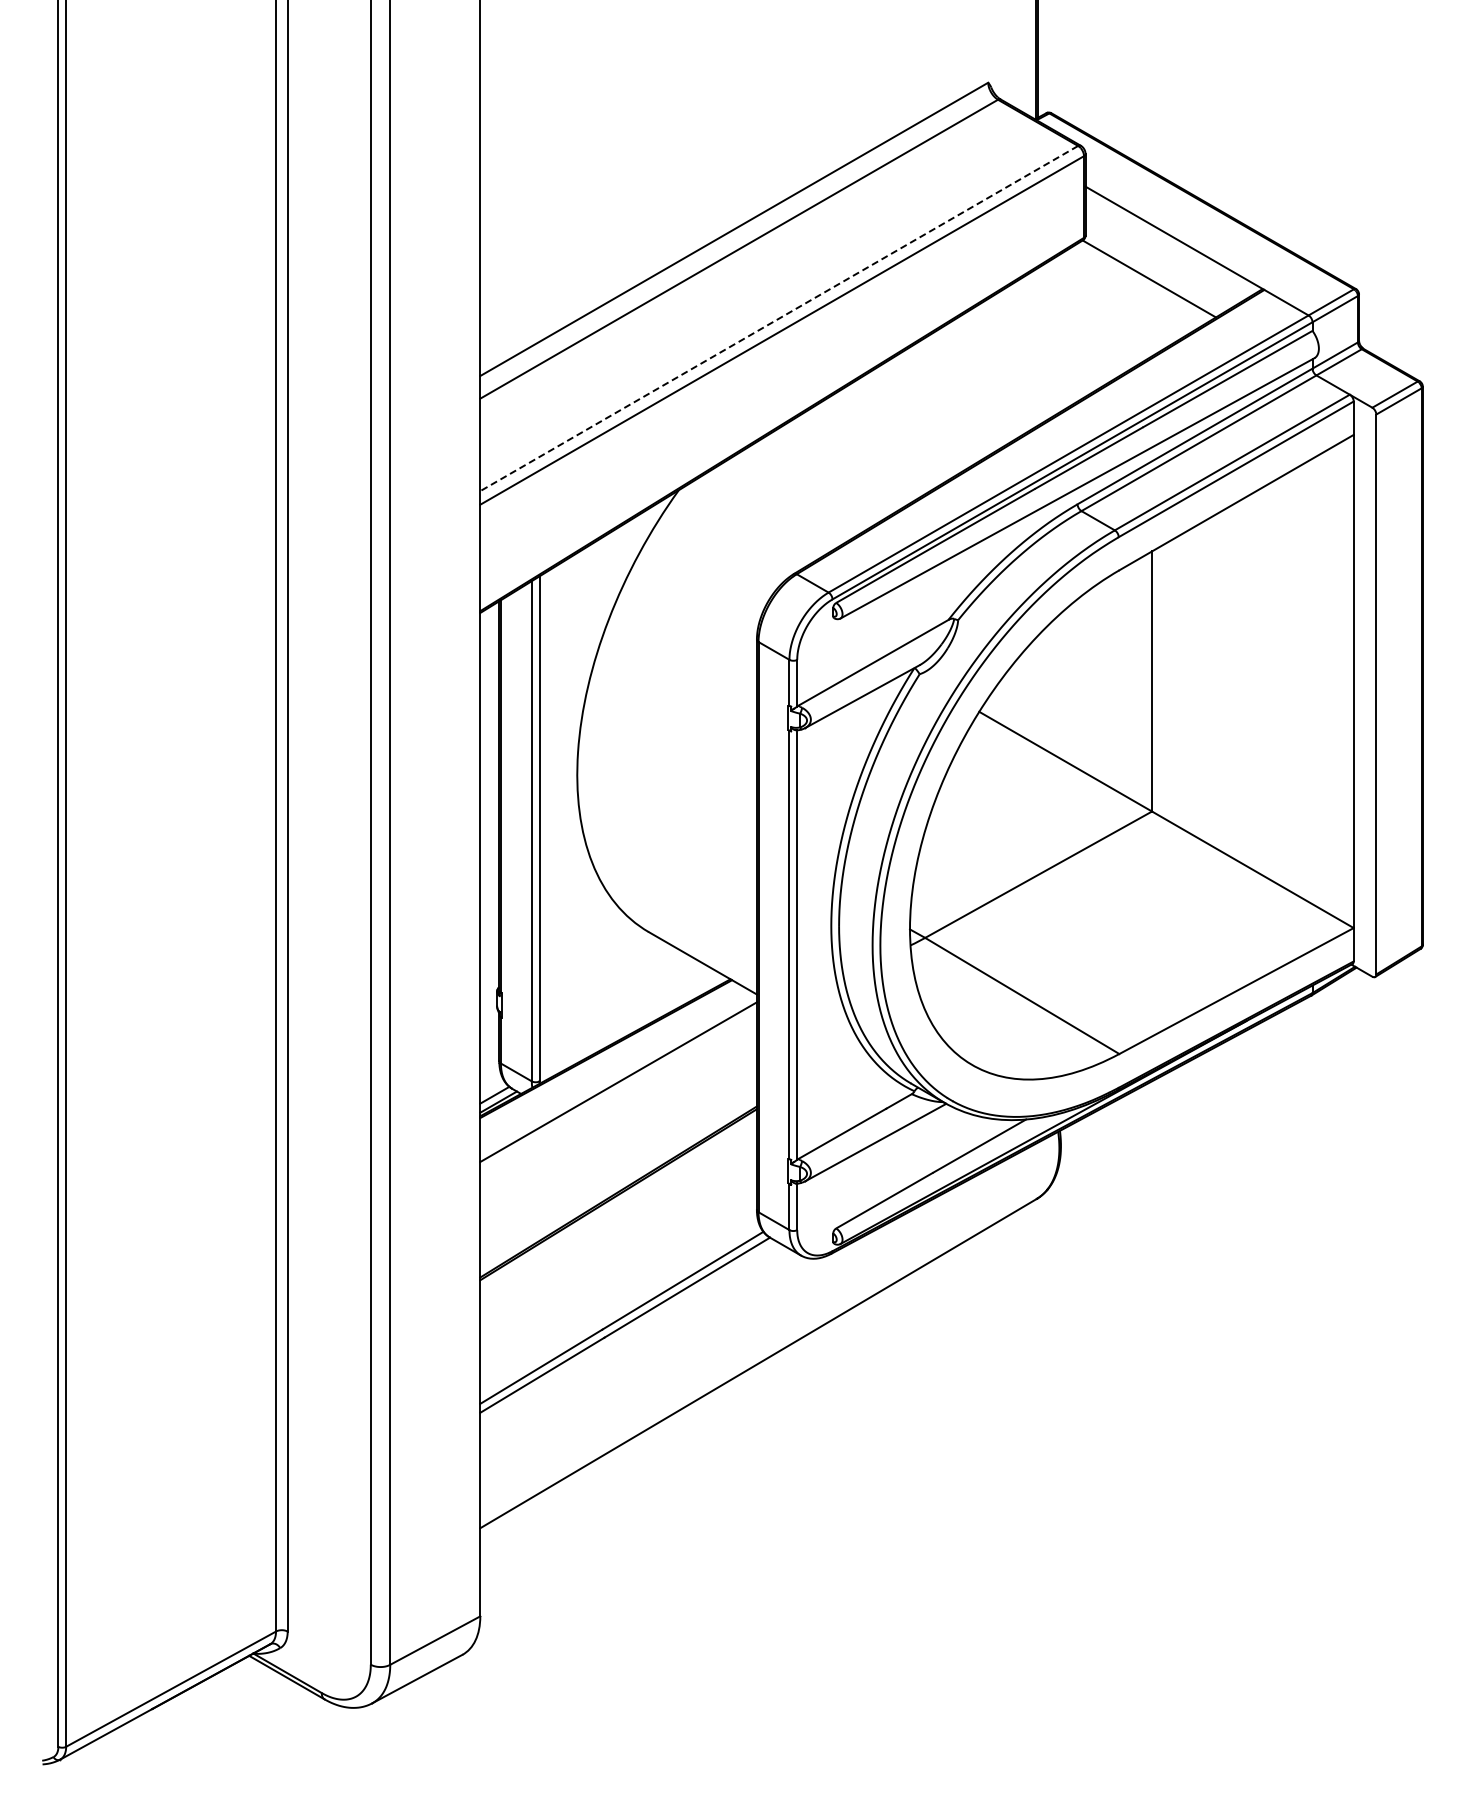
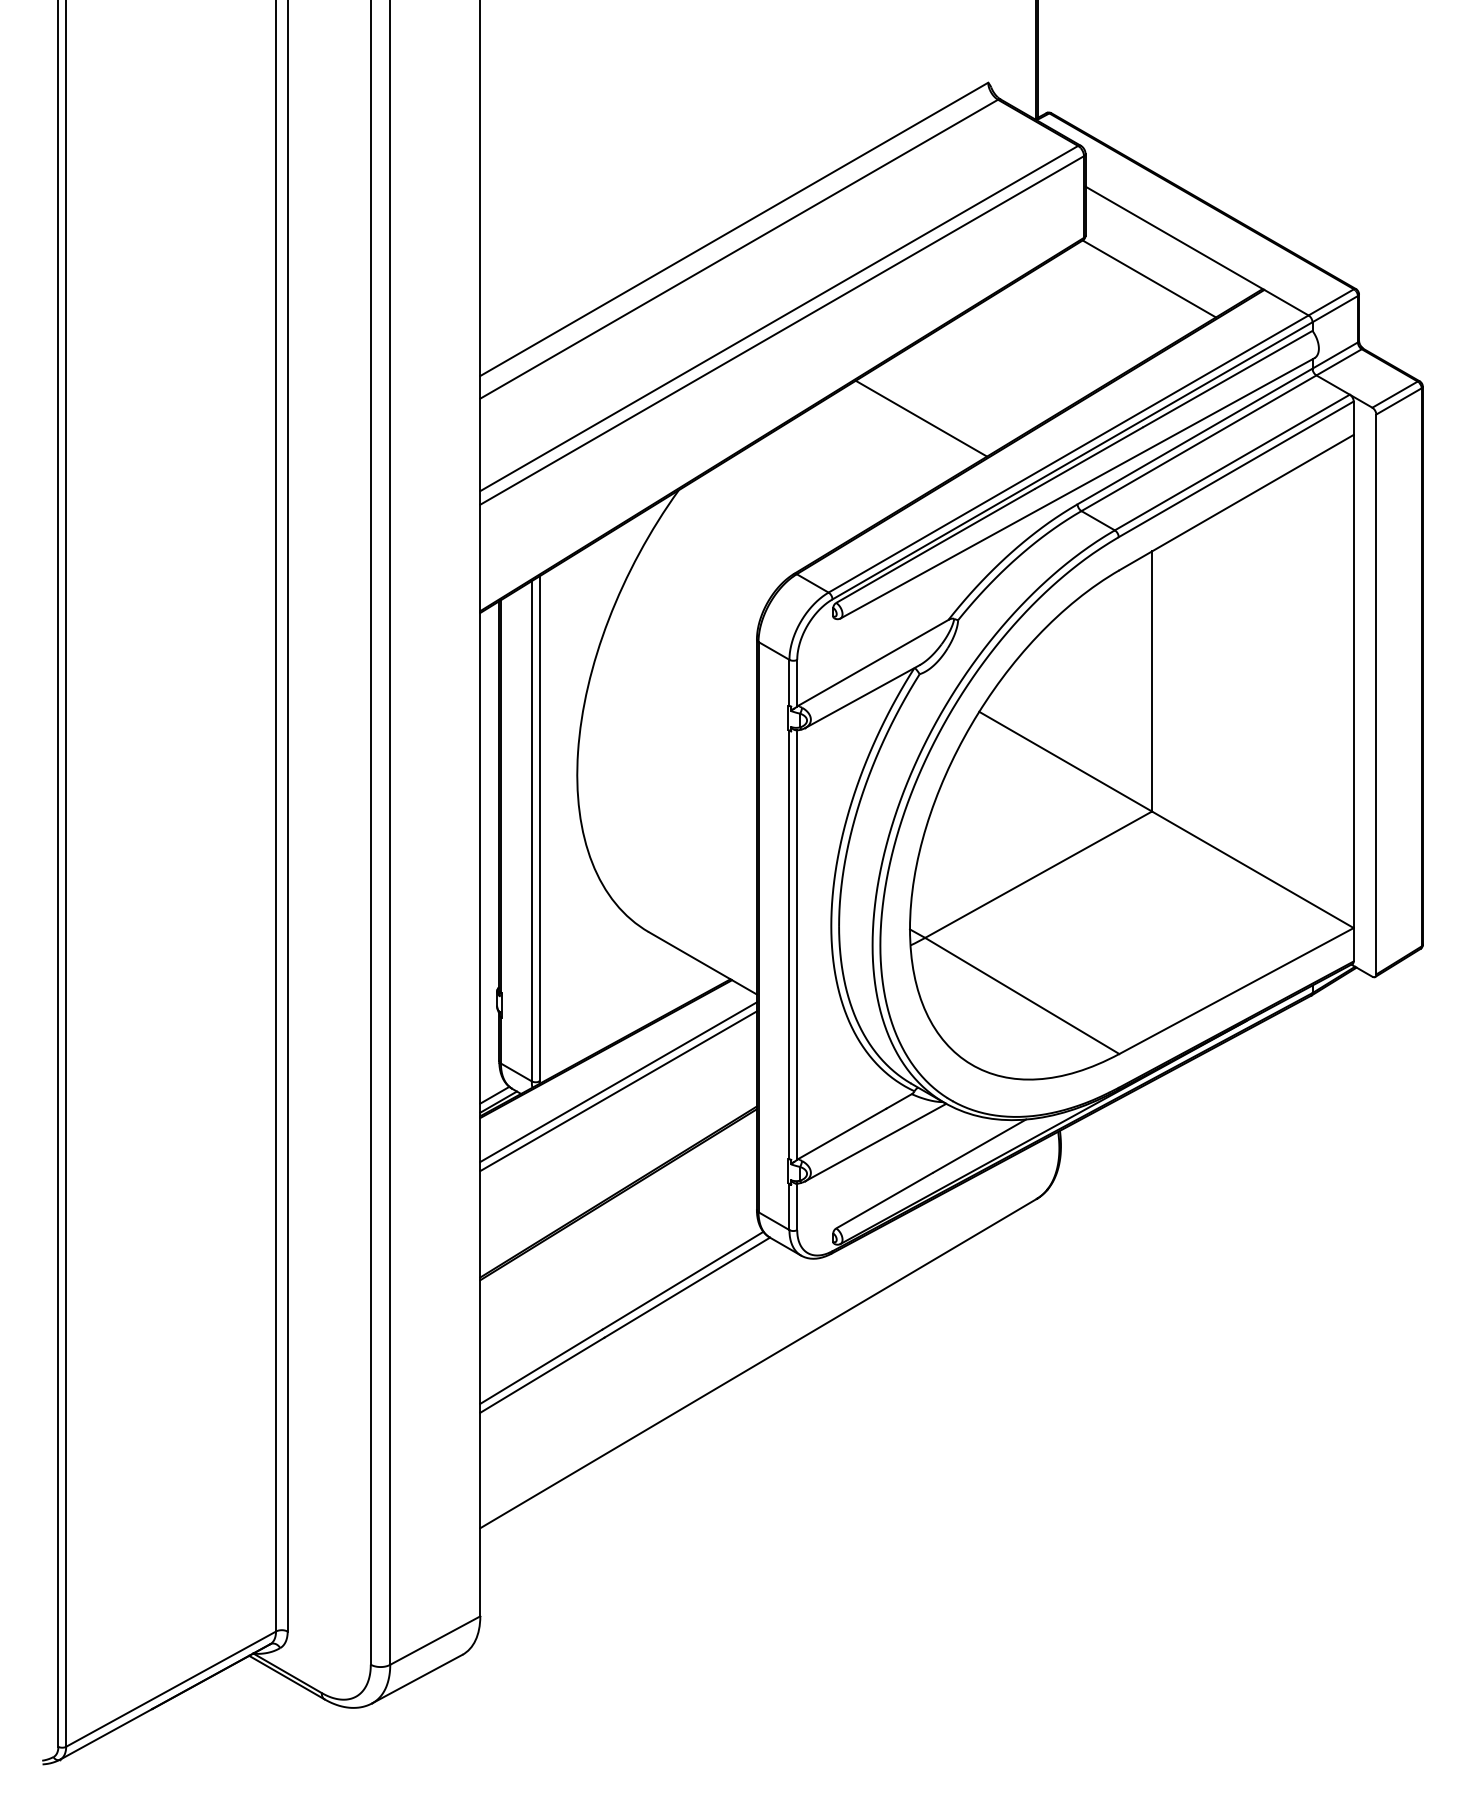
line at (778, 318): dashed -> solid
line at (921, 418): none -> present
line at (618, 1091): none -> present
